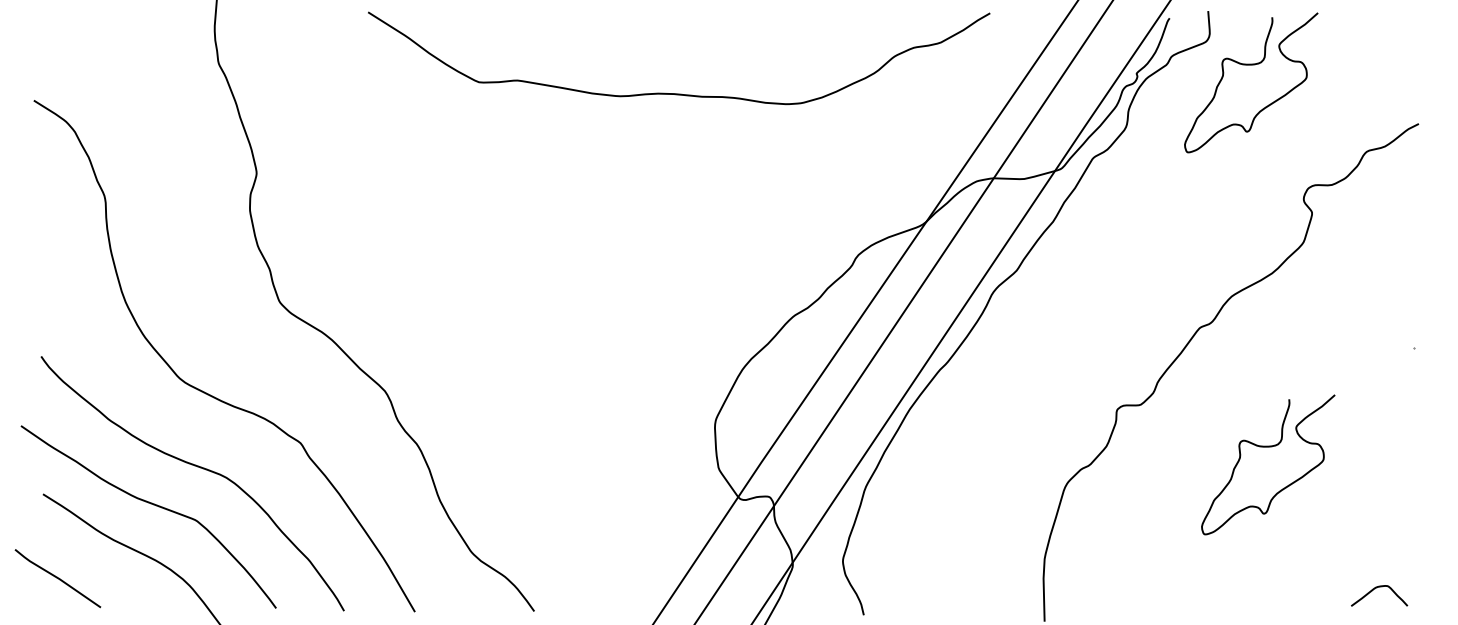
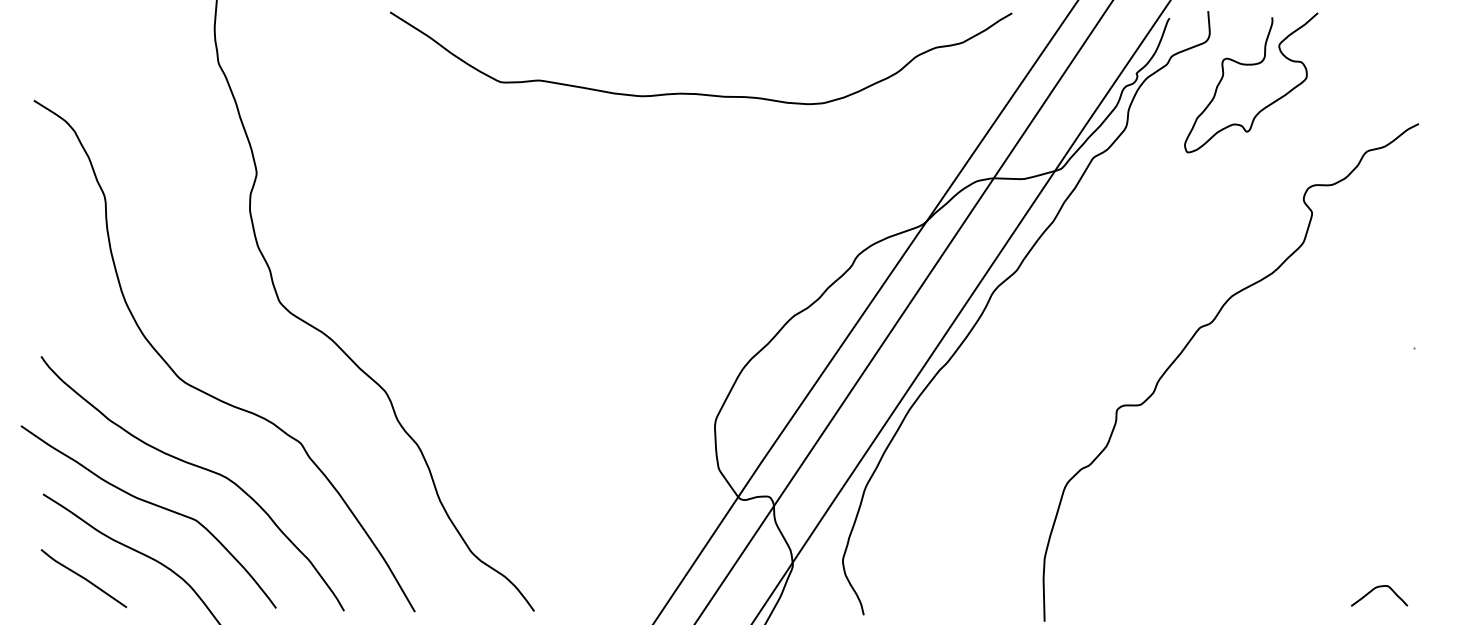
curve at (679, 93) position: (679, 93) -> (701, 93)
curve at (1268, 447): present -> none
line at (57, 578) position: (57, 578) -> (83, 578)
